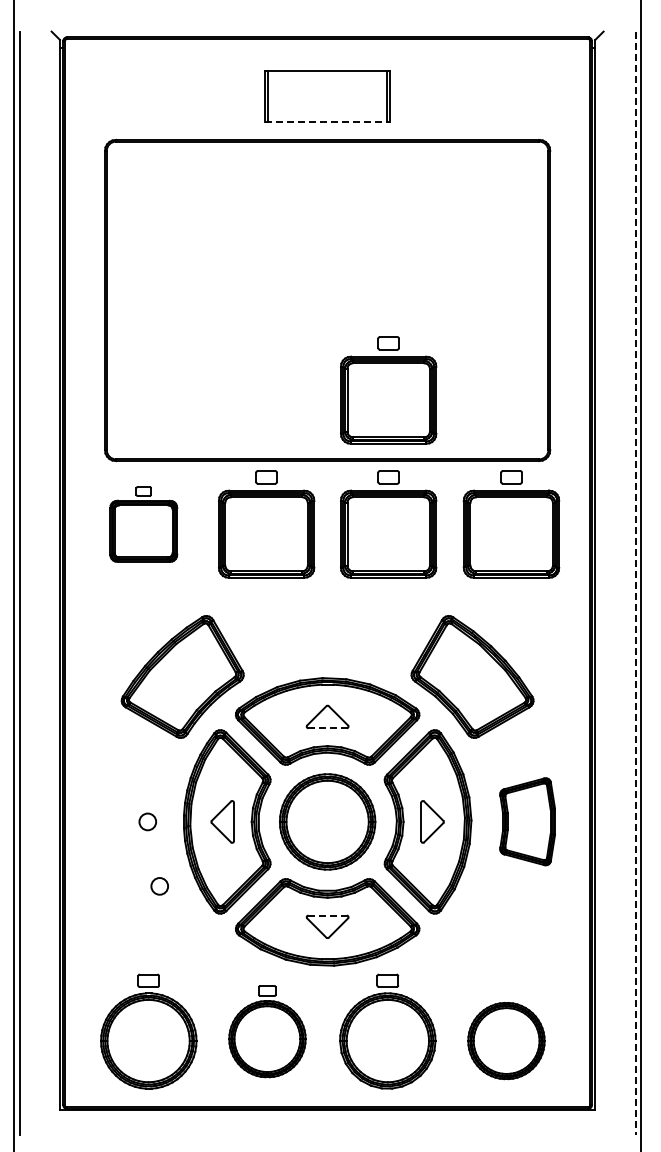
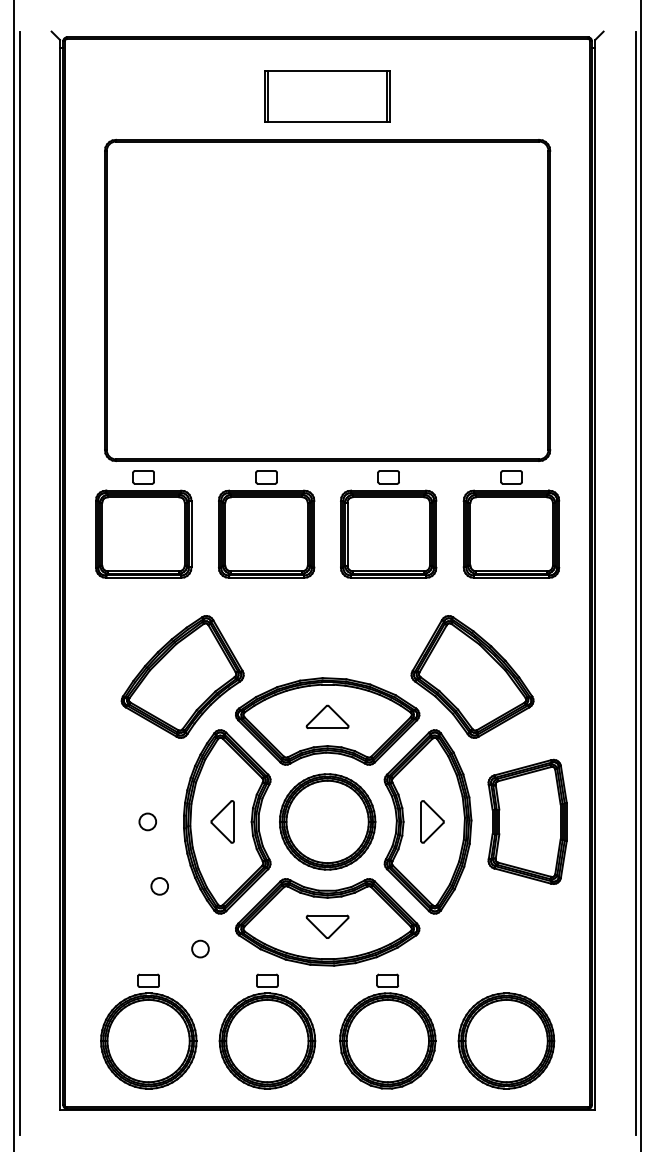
line at (327, 121): dashed -> solid
part at (388, 390): present -> none
part at (143, 524) size: 70x77 px -> 98x109 px
line at (635, 583): dashed -> solid
line at (328, 728): dashed -> solid
part at (527, 821) size: 57x90 px -> 81x127 px
line at (328, 915): dashed -> solid
circle at (200, 948): none -> present
part at (267, 1031) size: 79x94 px -> 99x117 px
part at (506, 1041) size: 79x79 px -> 99x98 px
